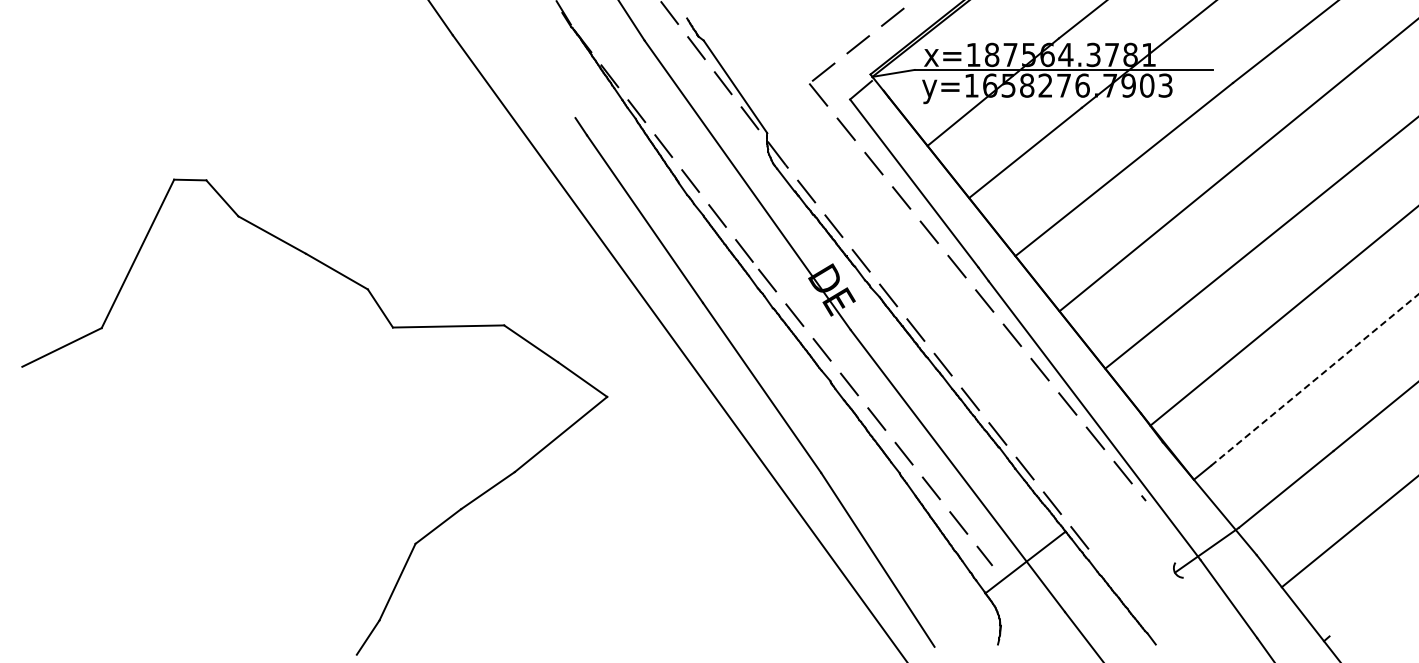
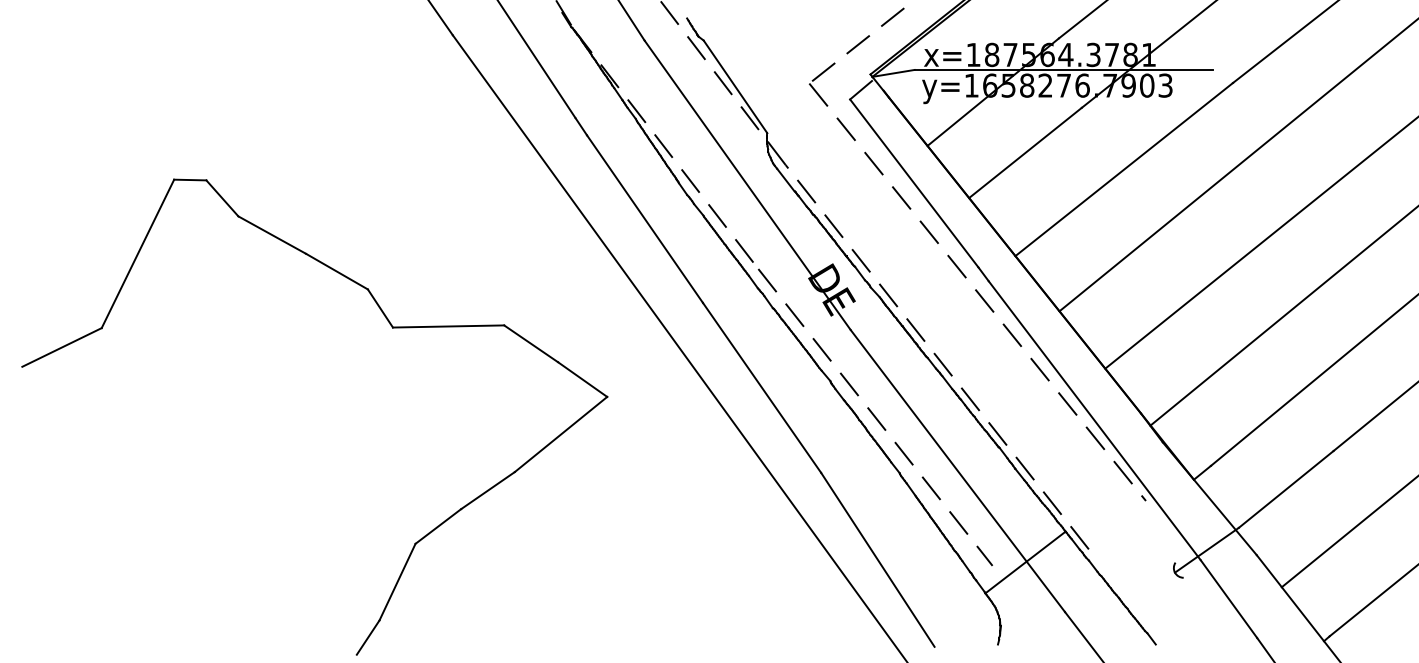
line at (537, 60): none -> present
line at (1315, 379): dashed -> solid
line at (1372, 601): none -> present
